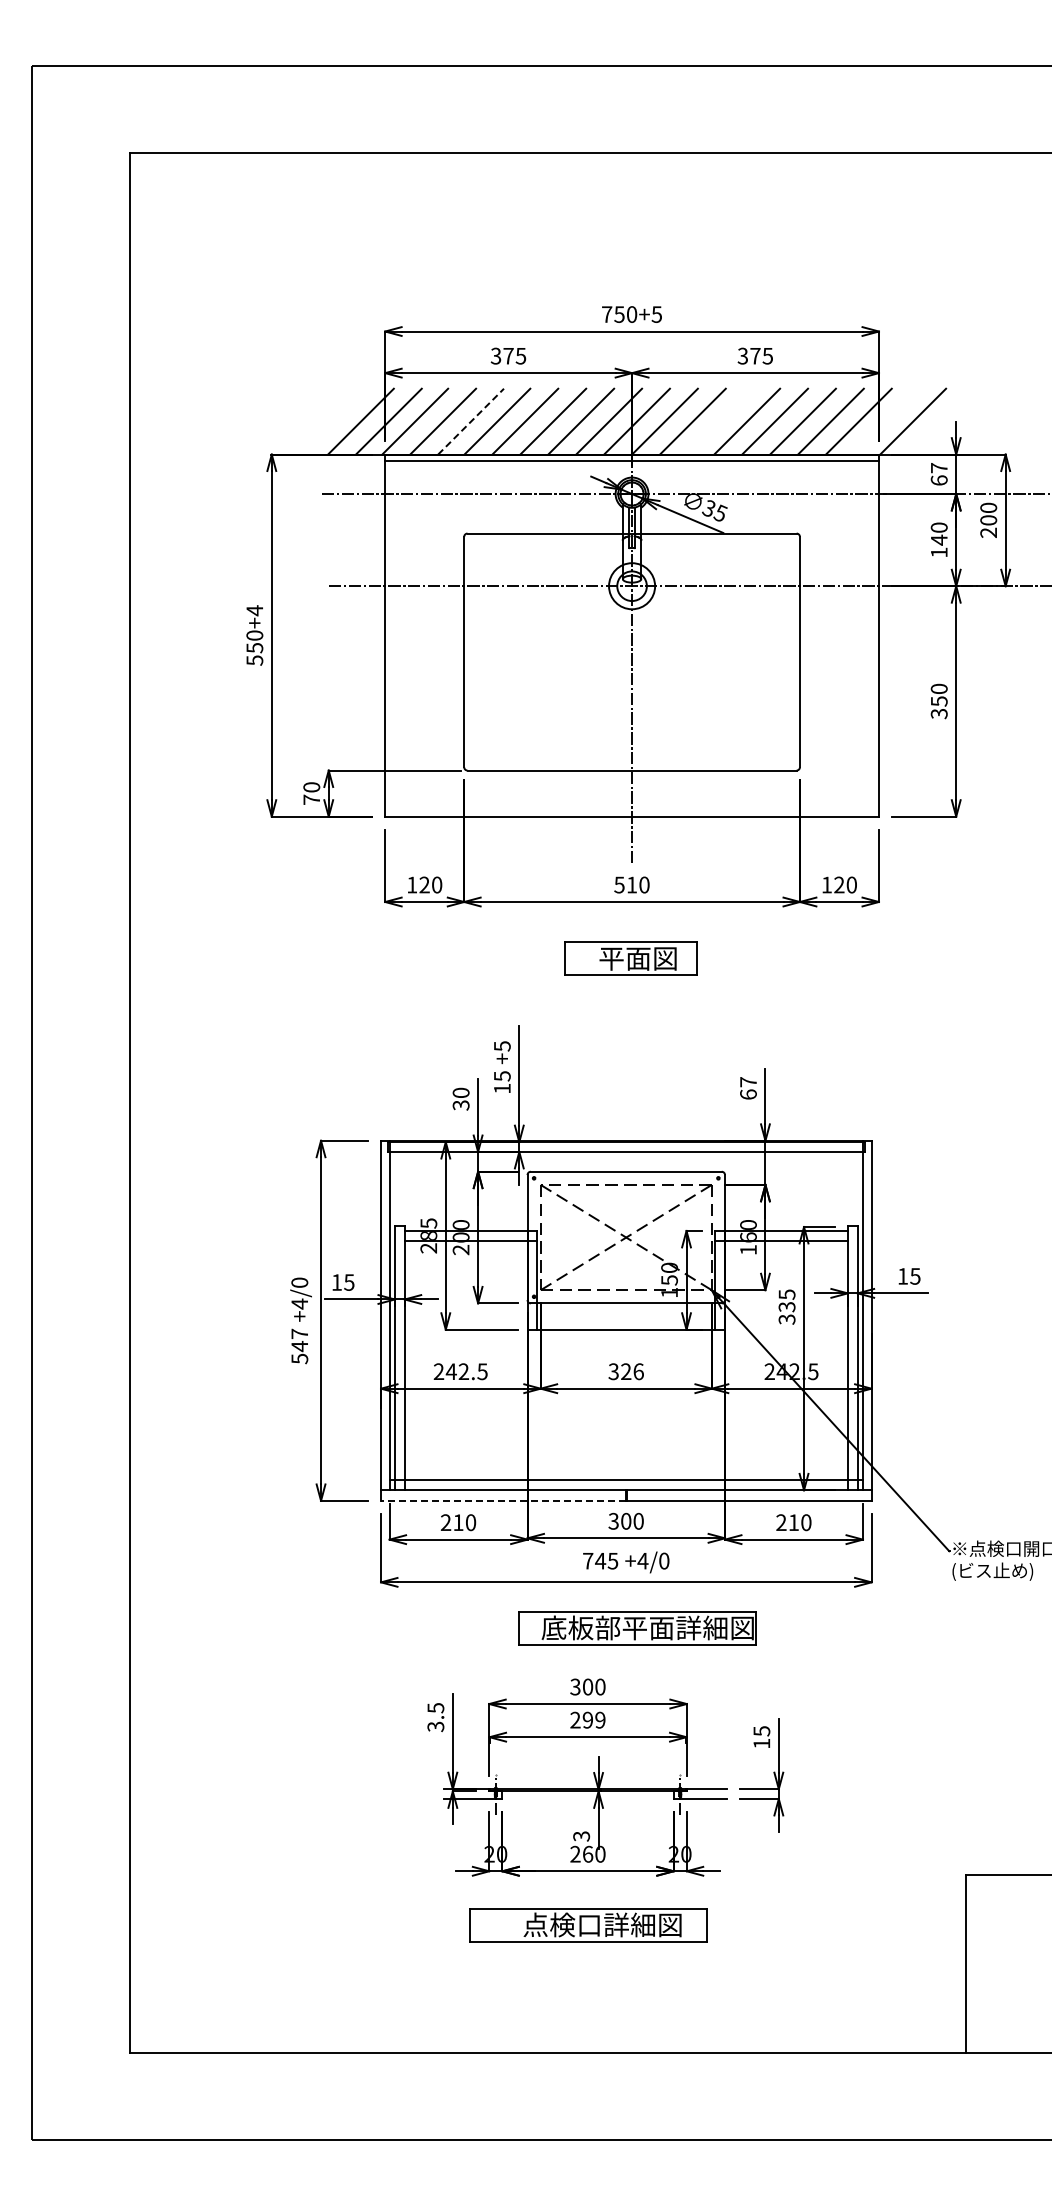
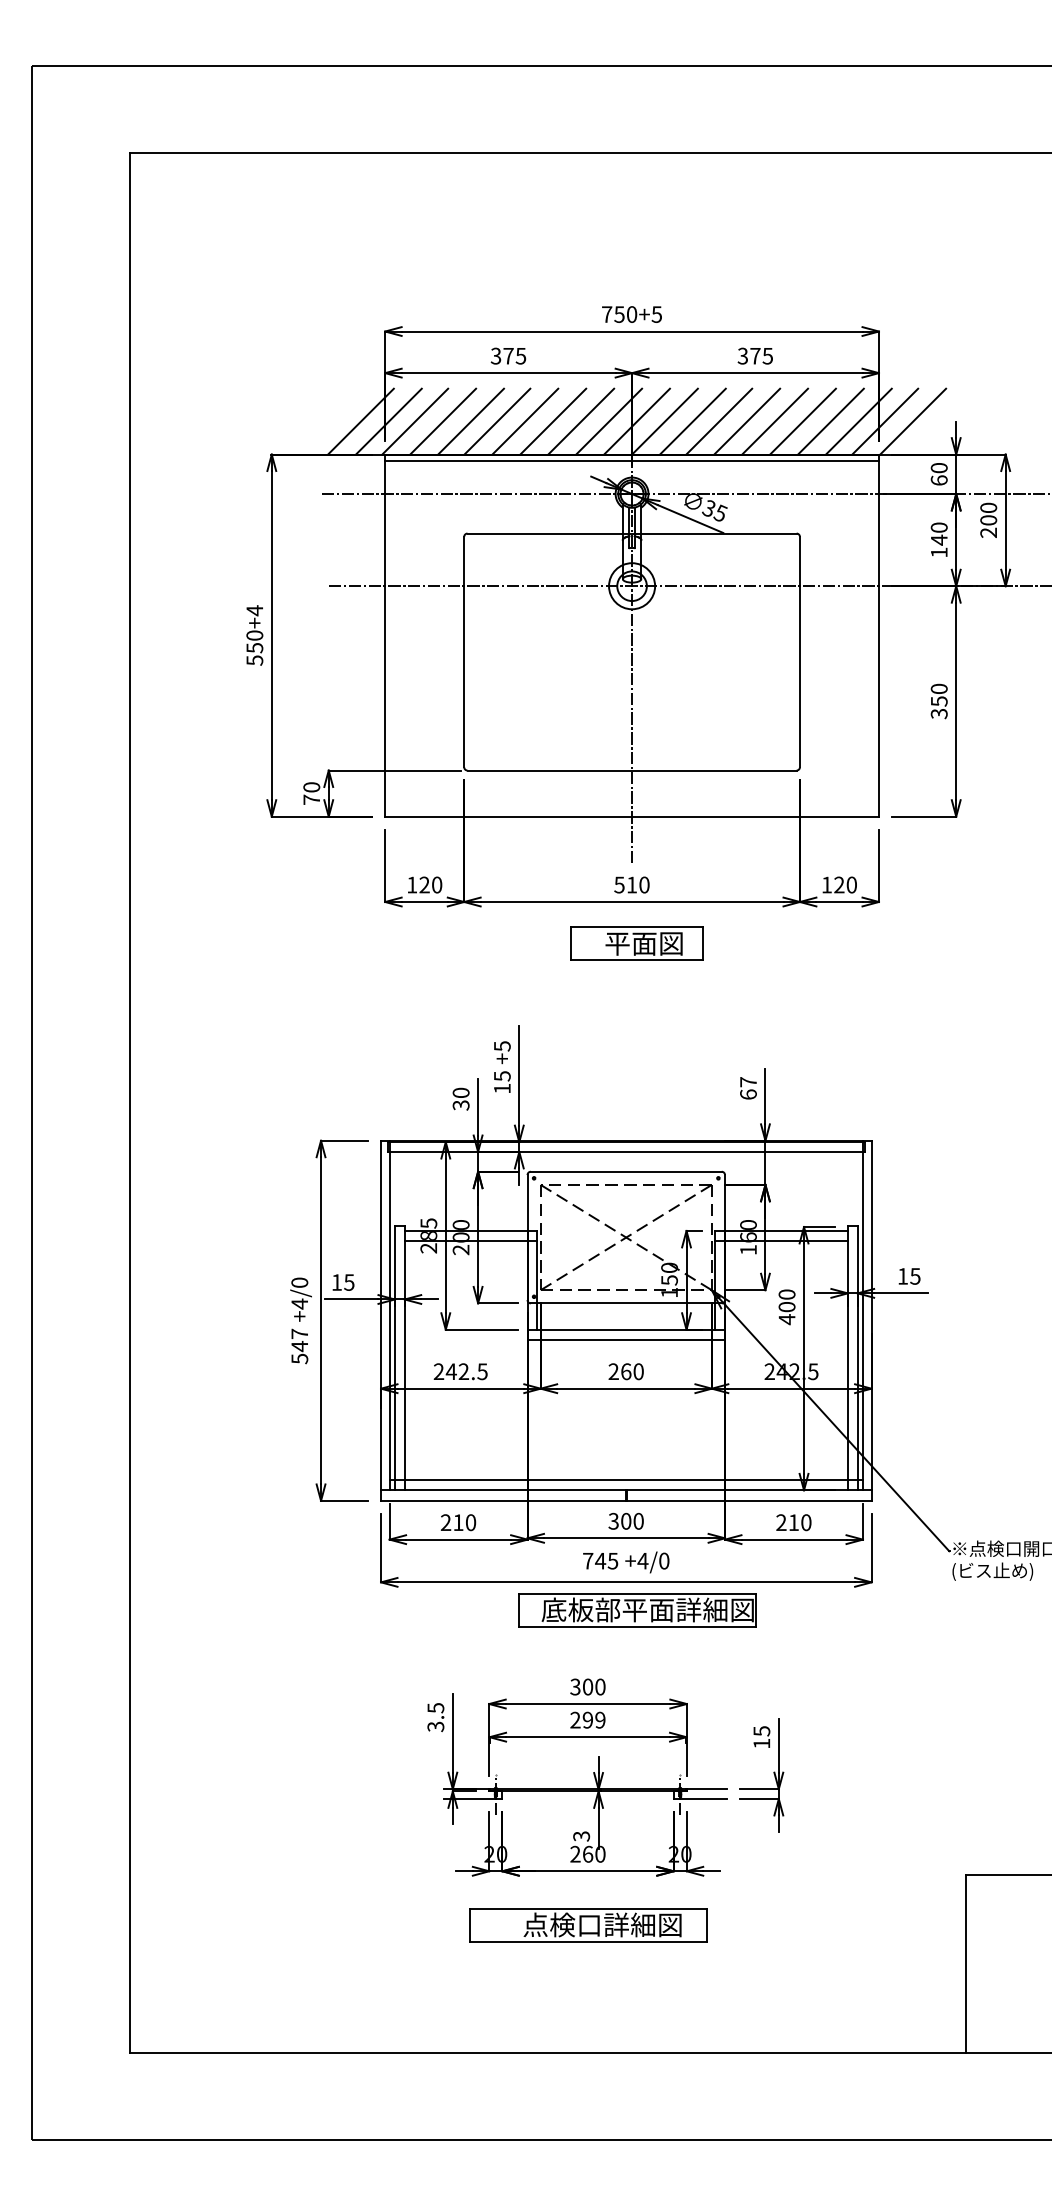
line at (471, 421): dashed -> solid
line at (719, 421): none -> present
line at (885, 421): none -> present
text at (938, 468): 67 -> 60
part at (630, 958) position: (630, 958) -> (636, 943)
text at (786, 1307): 335 -> 400
line at (626, 1339): none -> present
text at (625, 1371): 326 -> 260
line at (502, 1500): dashed -> solid
part at (637, 1628) position: (637, 1628) -> (637, 1610)
